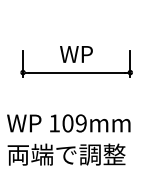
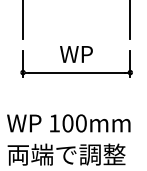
line at (23, 20): none -> present
line at (130, 20): none -> present
text at (80, 123): 109mm -> 100mm
